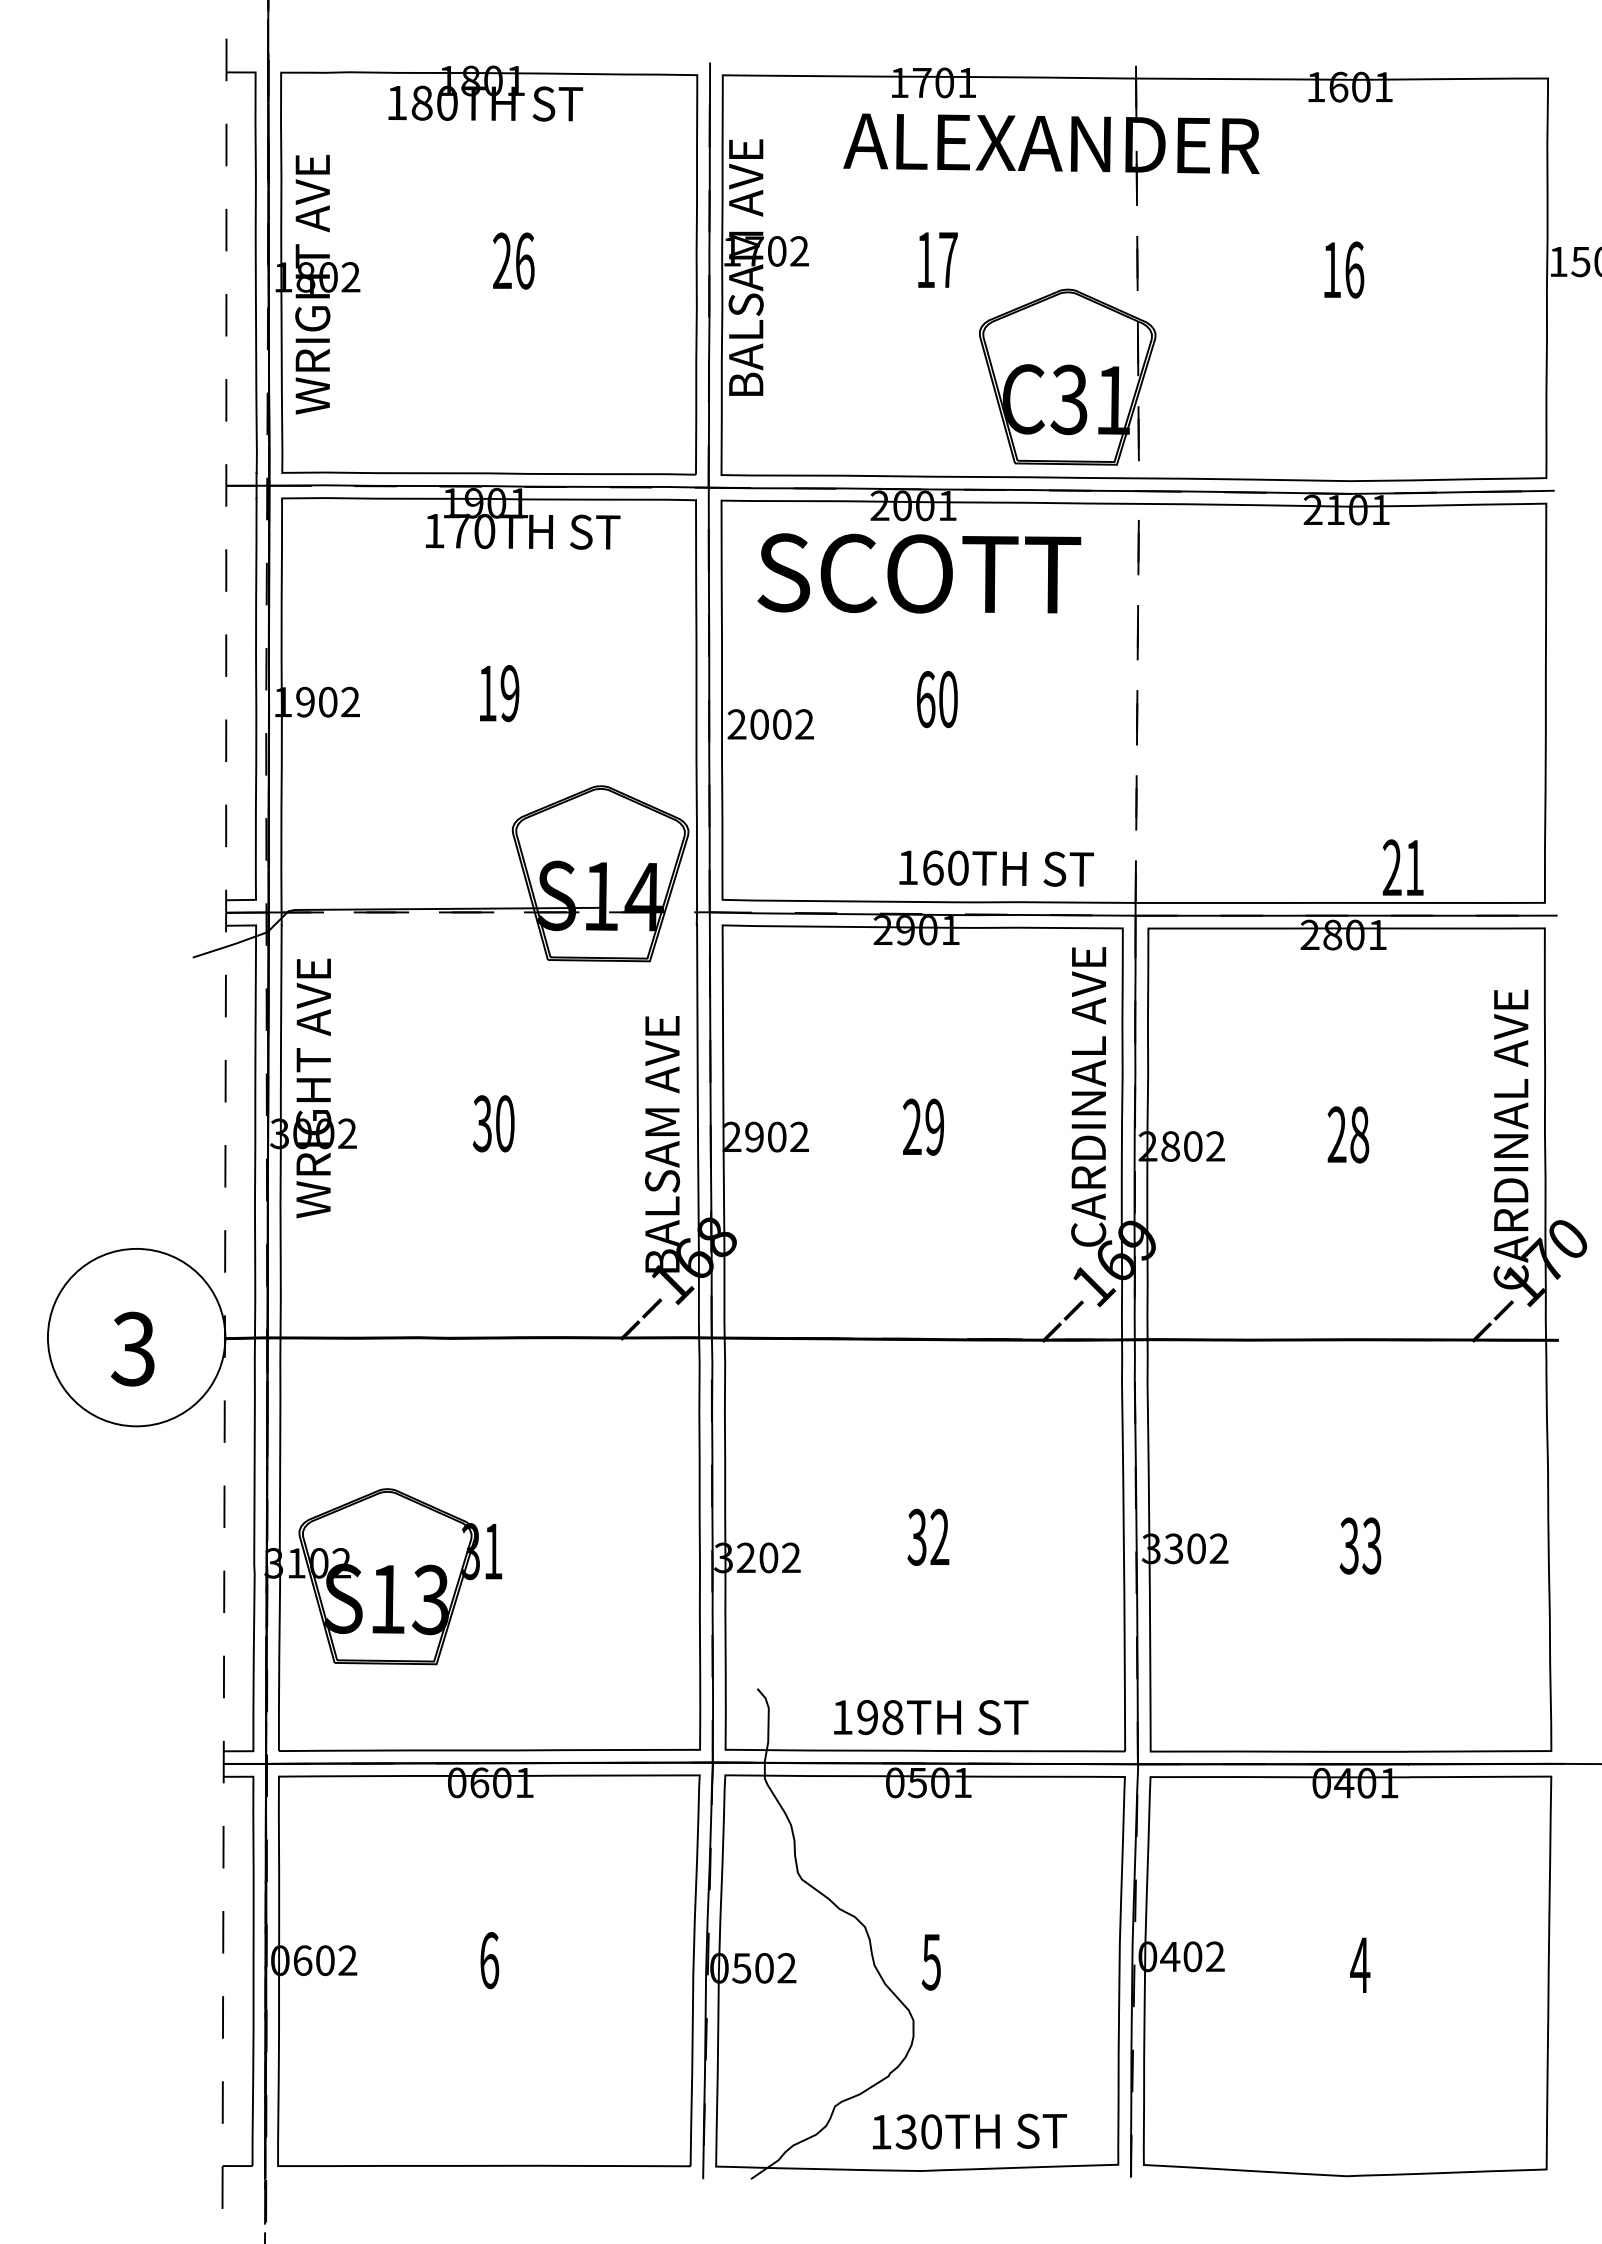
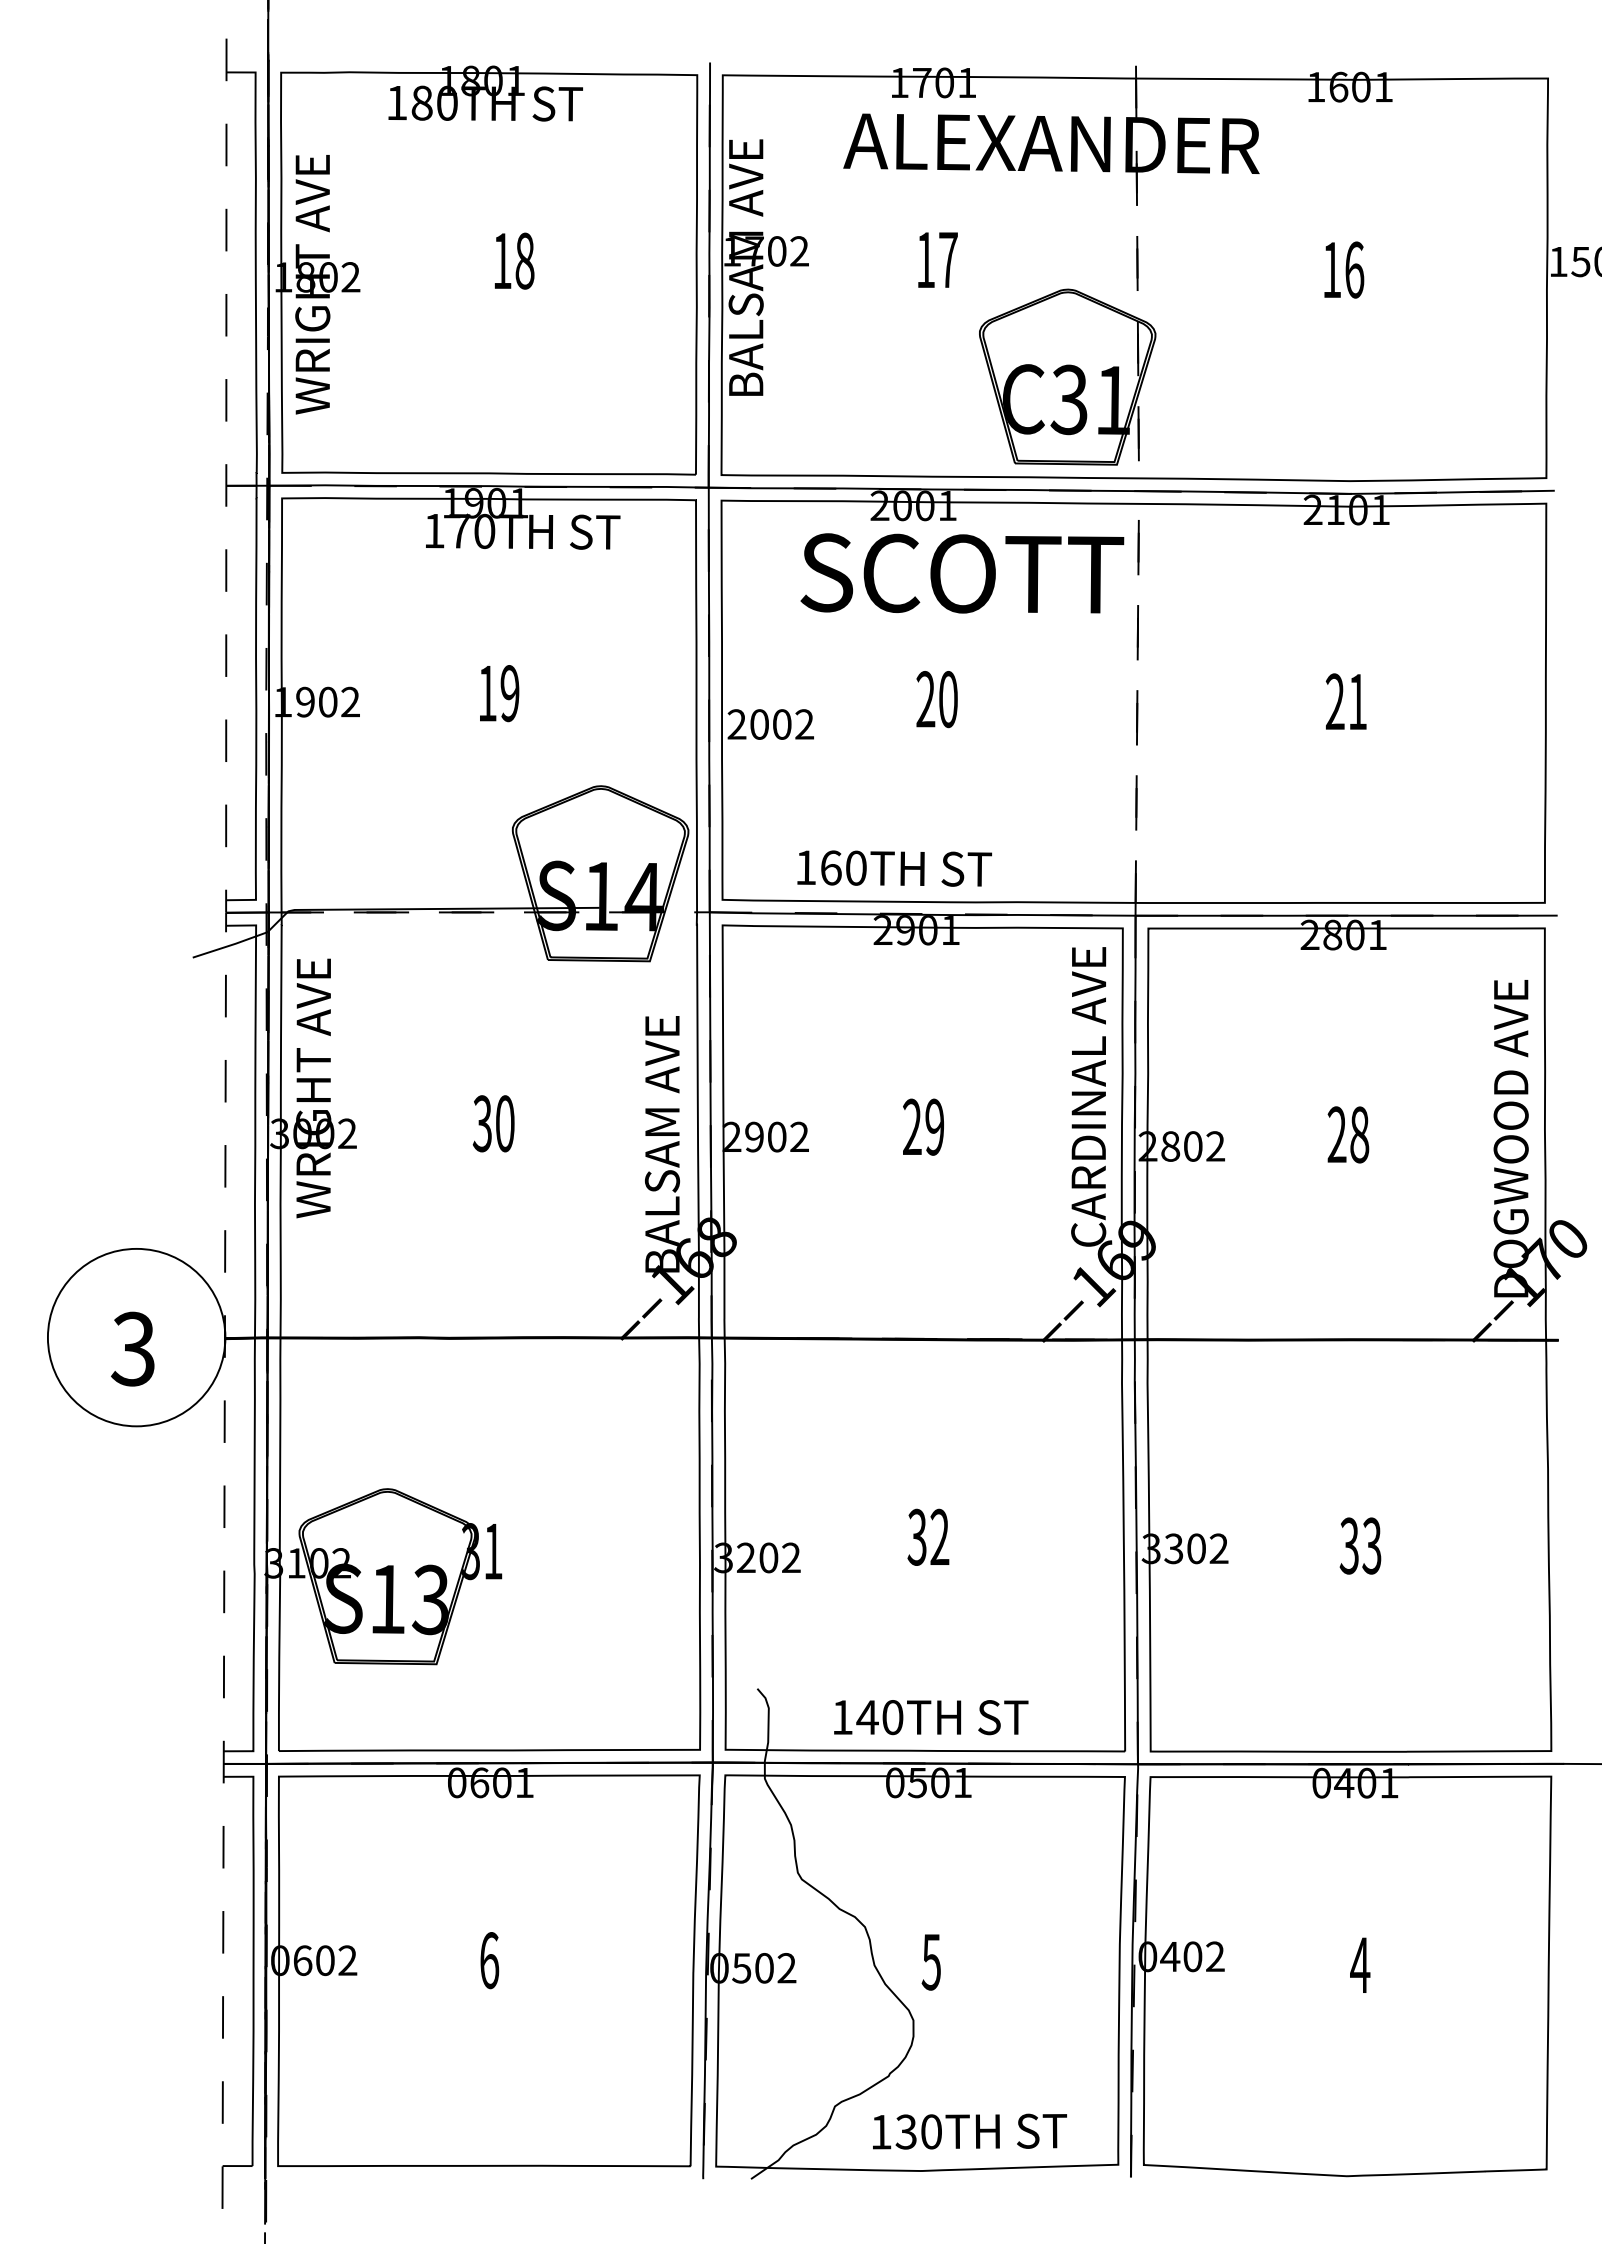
text at (513, 260): 26 -> 18
text at (919, 573) position: (919, 573) -> (962, 573)
text at (925, 699): 60 -> 20
text at (1402, 867) position: (1402, 867) -> (1345, 701)
text at (996, 868) position: (996, 868) -> (894, 868)
text at (1510, 1138): CARDINAL AVE -> DOGWOOD AVE
text at (879, 1717): 198TH -> 140TH
